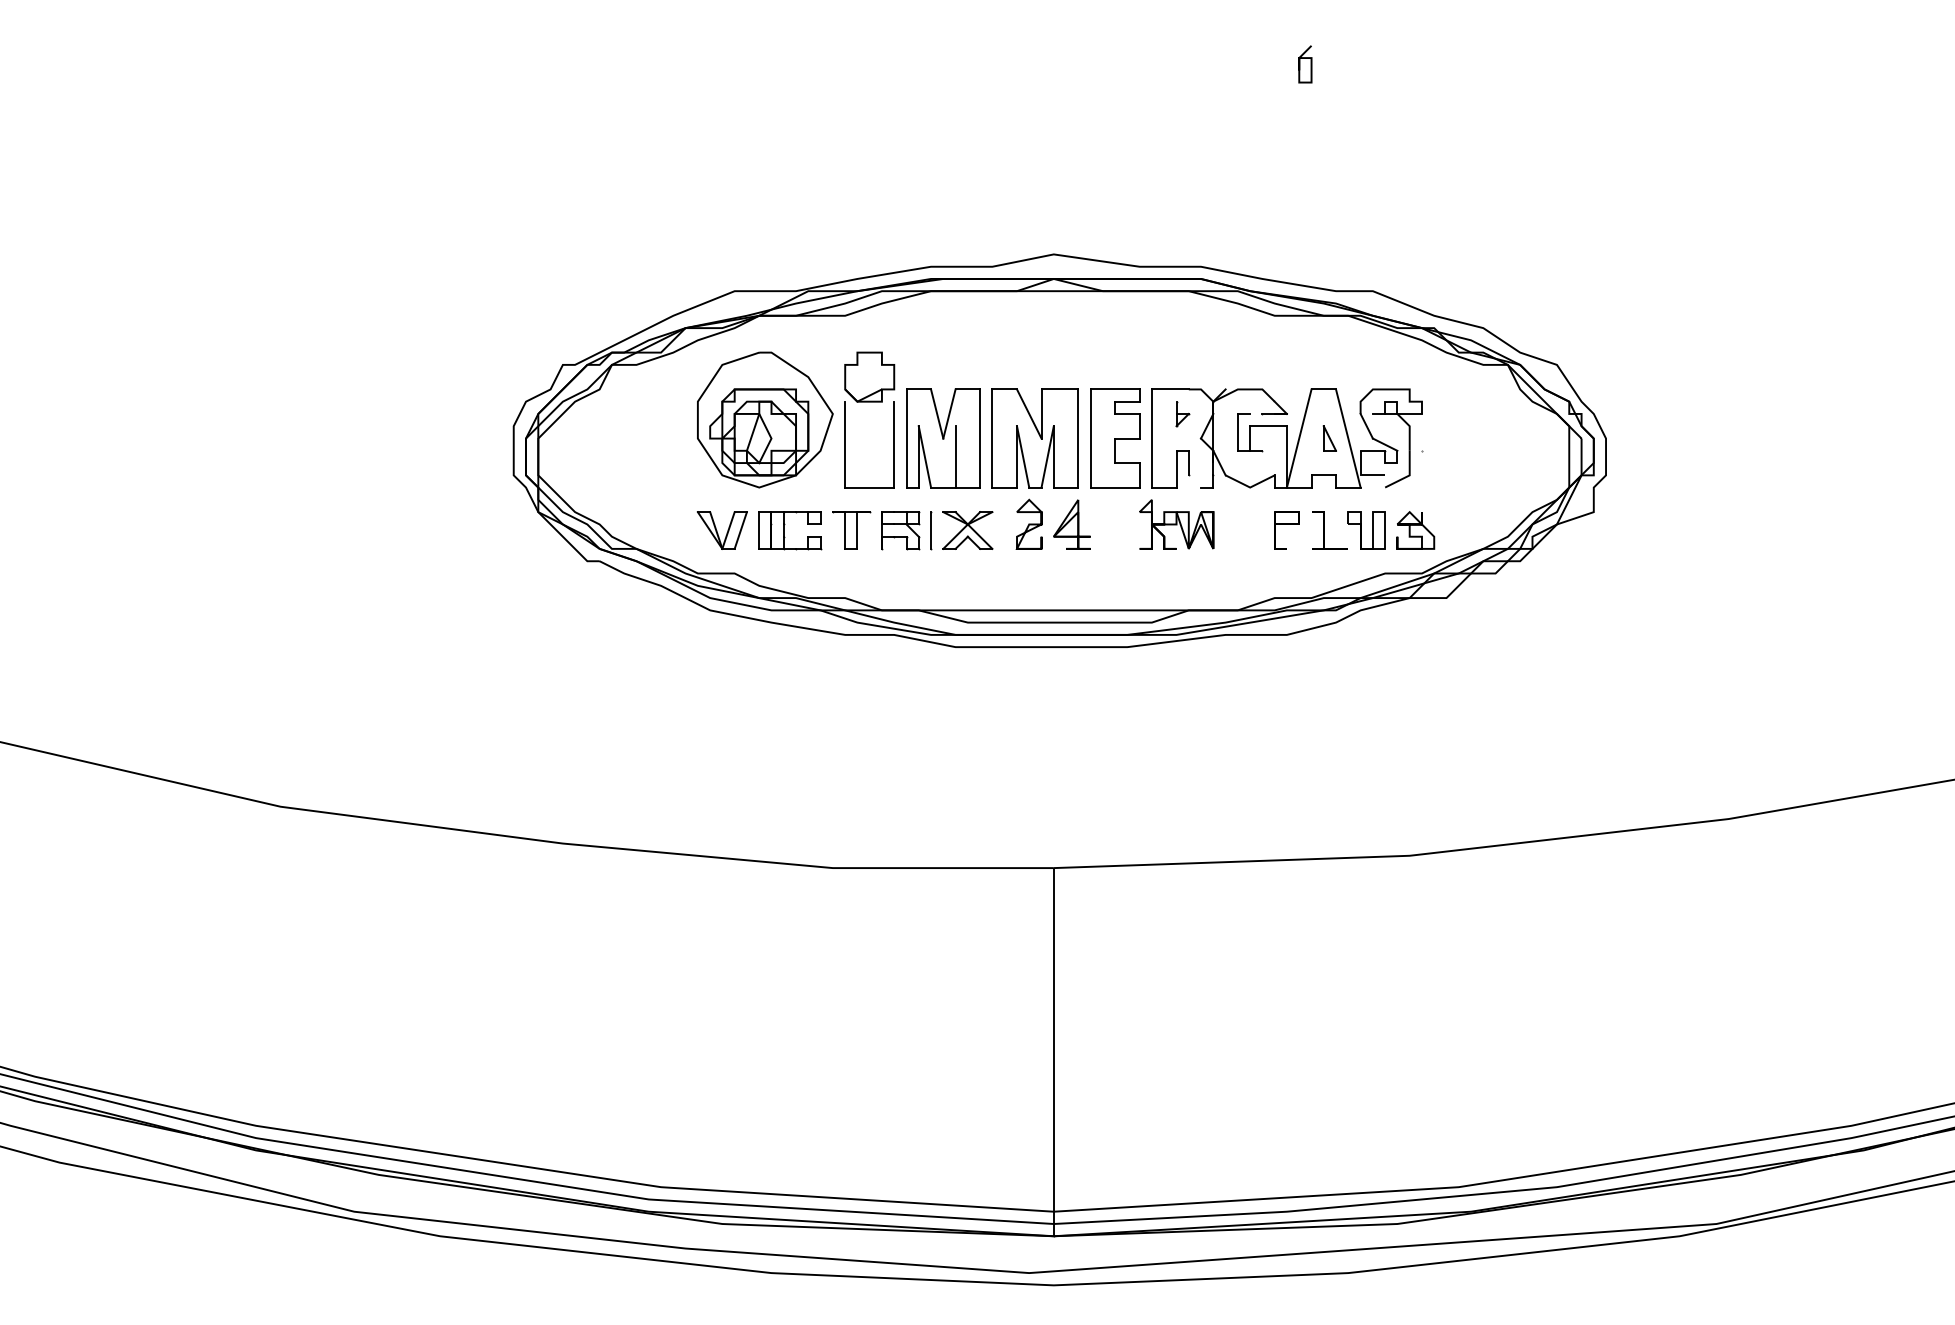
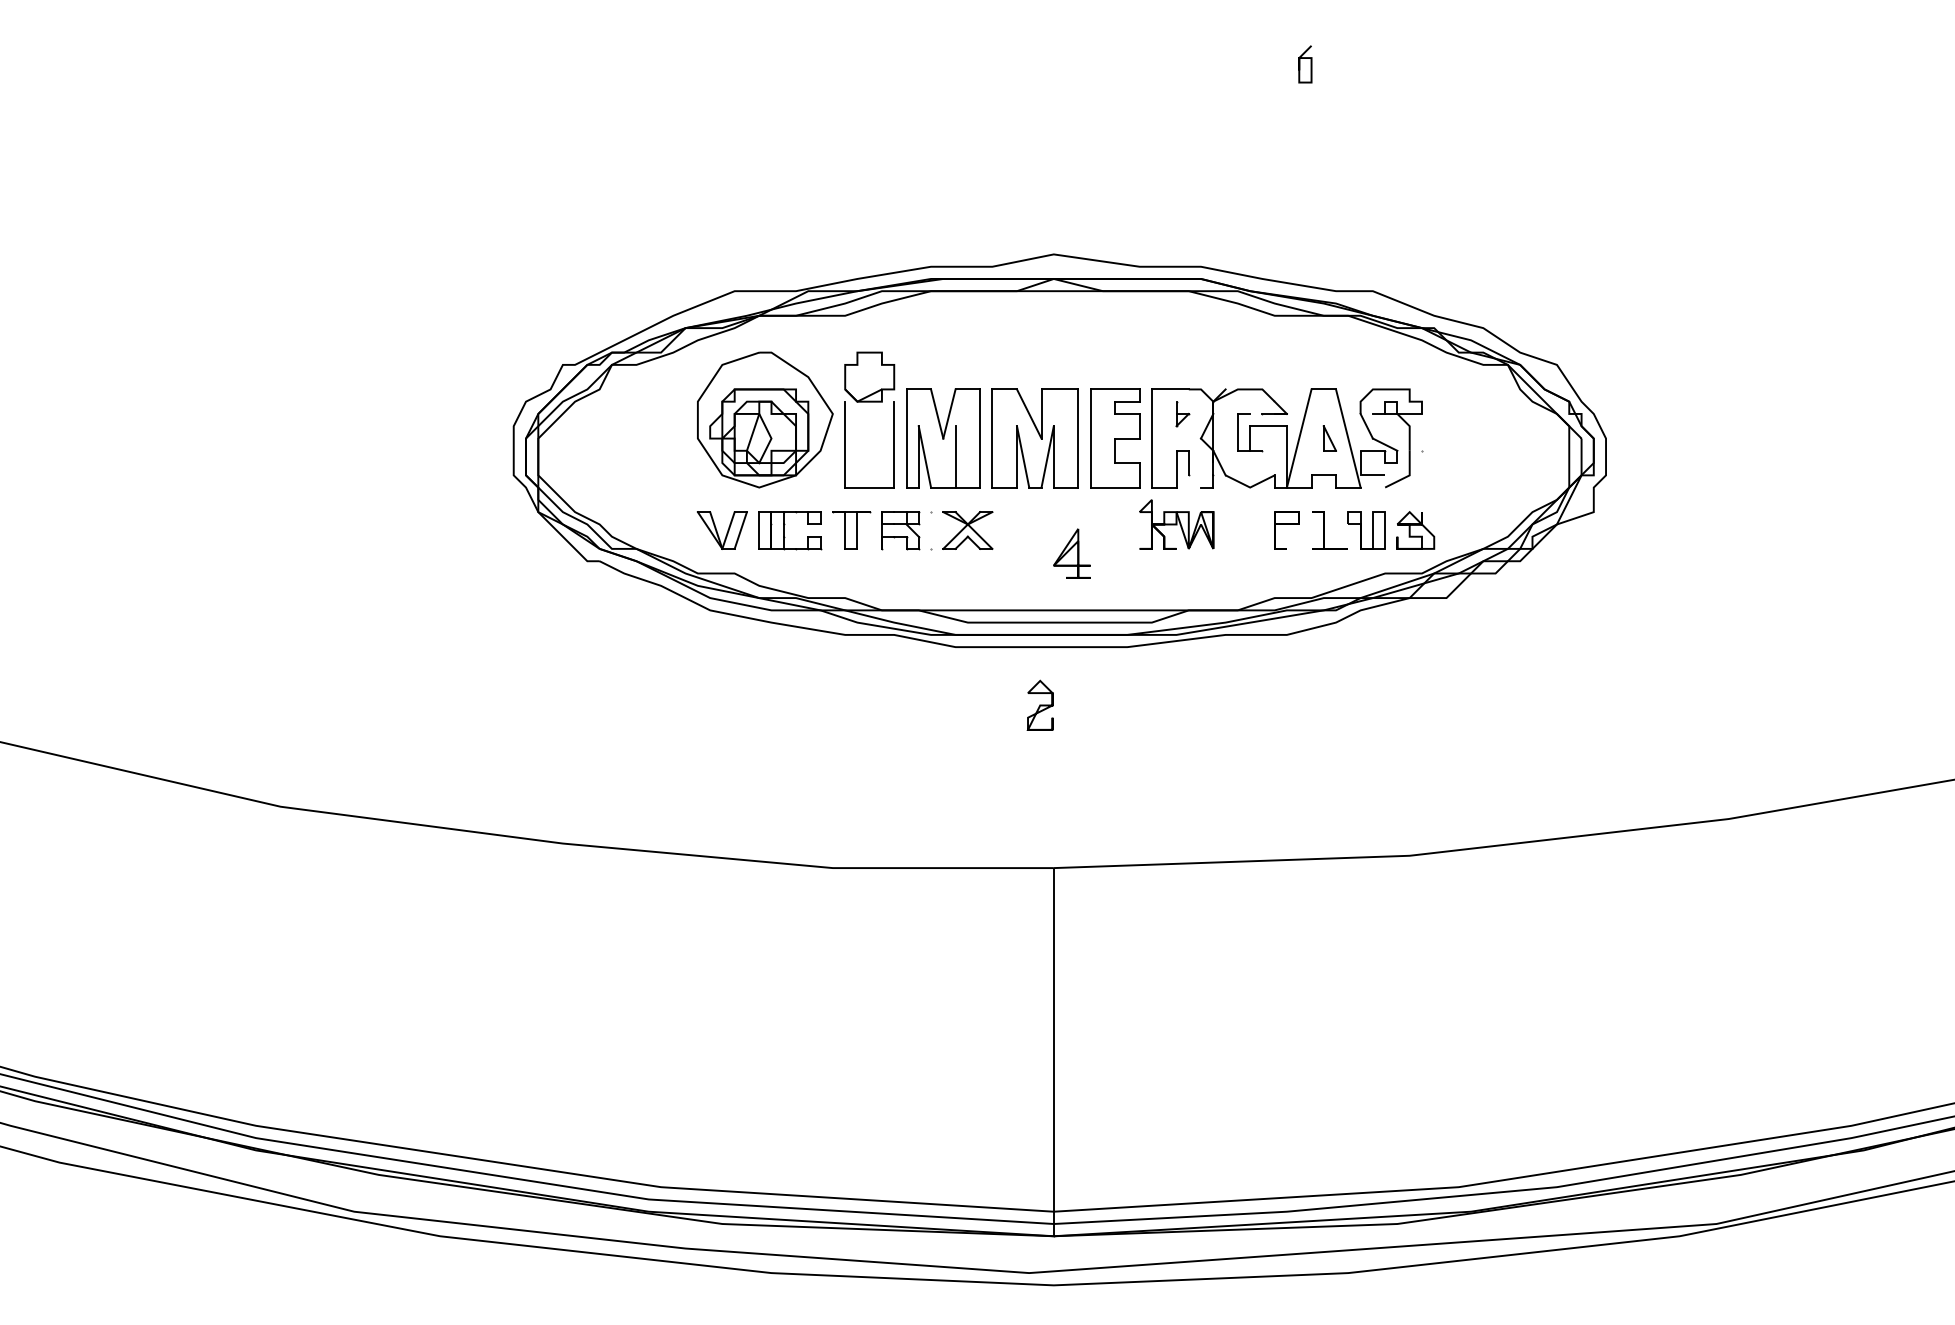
part at (1028, 523) position: (1028, 523) -> (1039, 704)
part at (1071, 524) position: (1071, 524) -> (1071, 553)
line at (931, 530): present -> none
